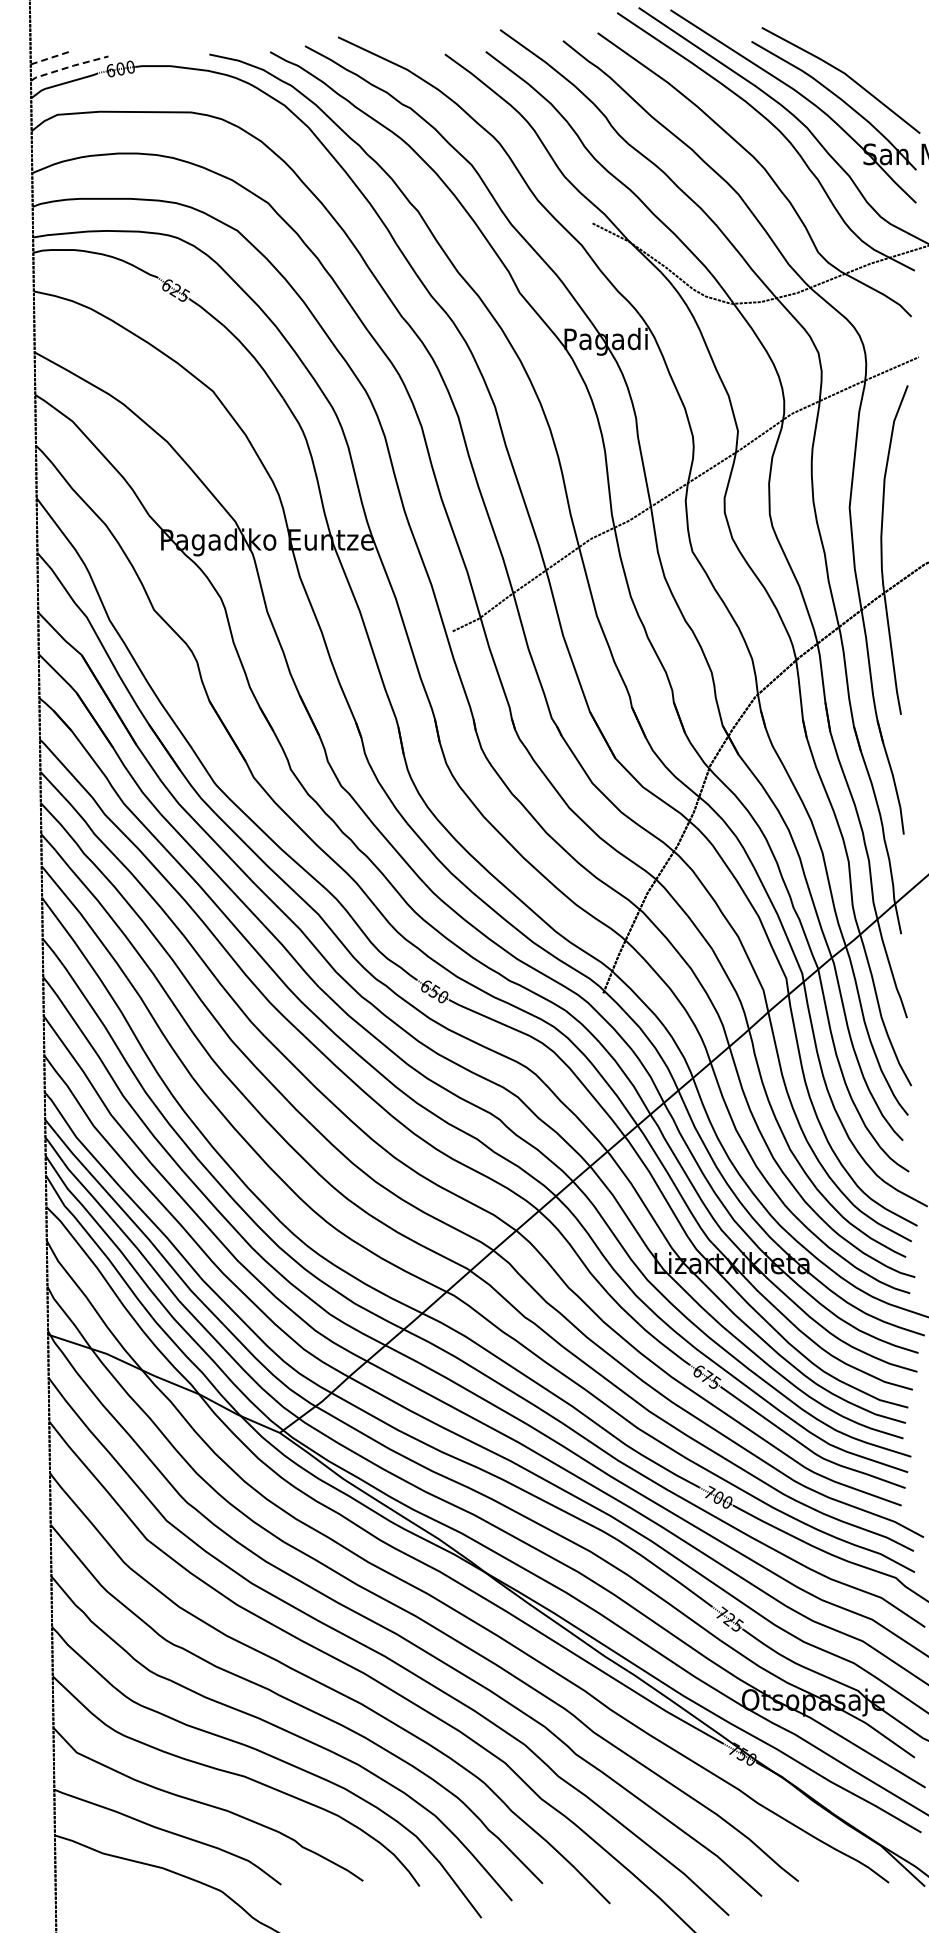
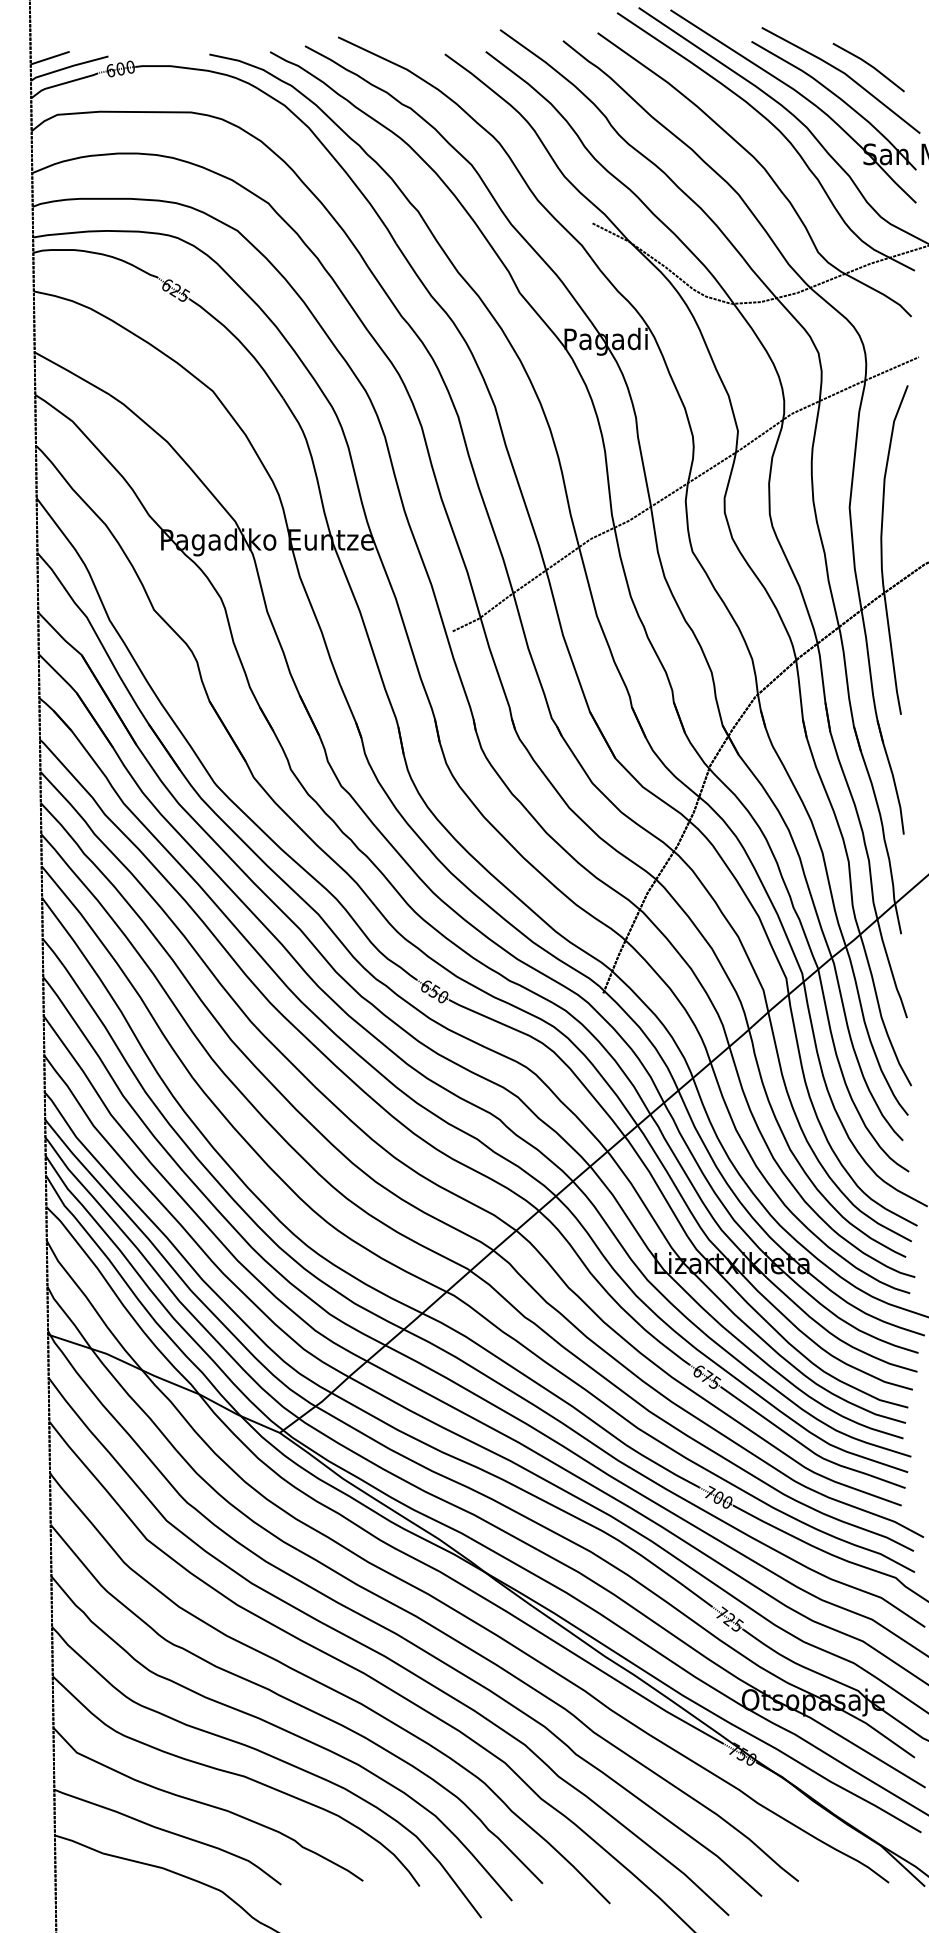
line at (50, 57): dashed -> solid
line at (868, 65): none -> present
line at (68, 67): dashed -> solid
